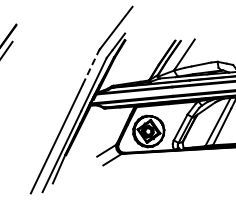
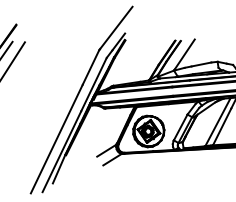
line at (13, 59): none -> present
line at (91, 67): dashed -> solid
